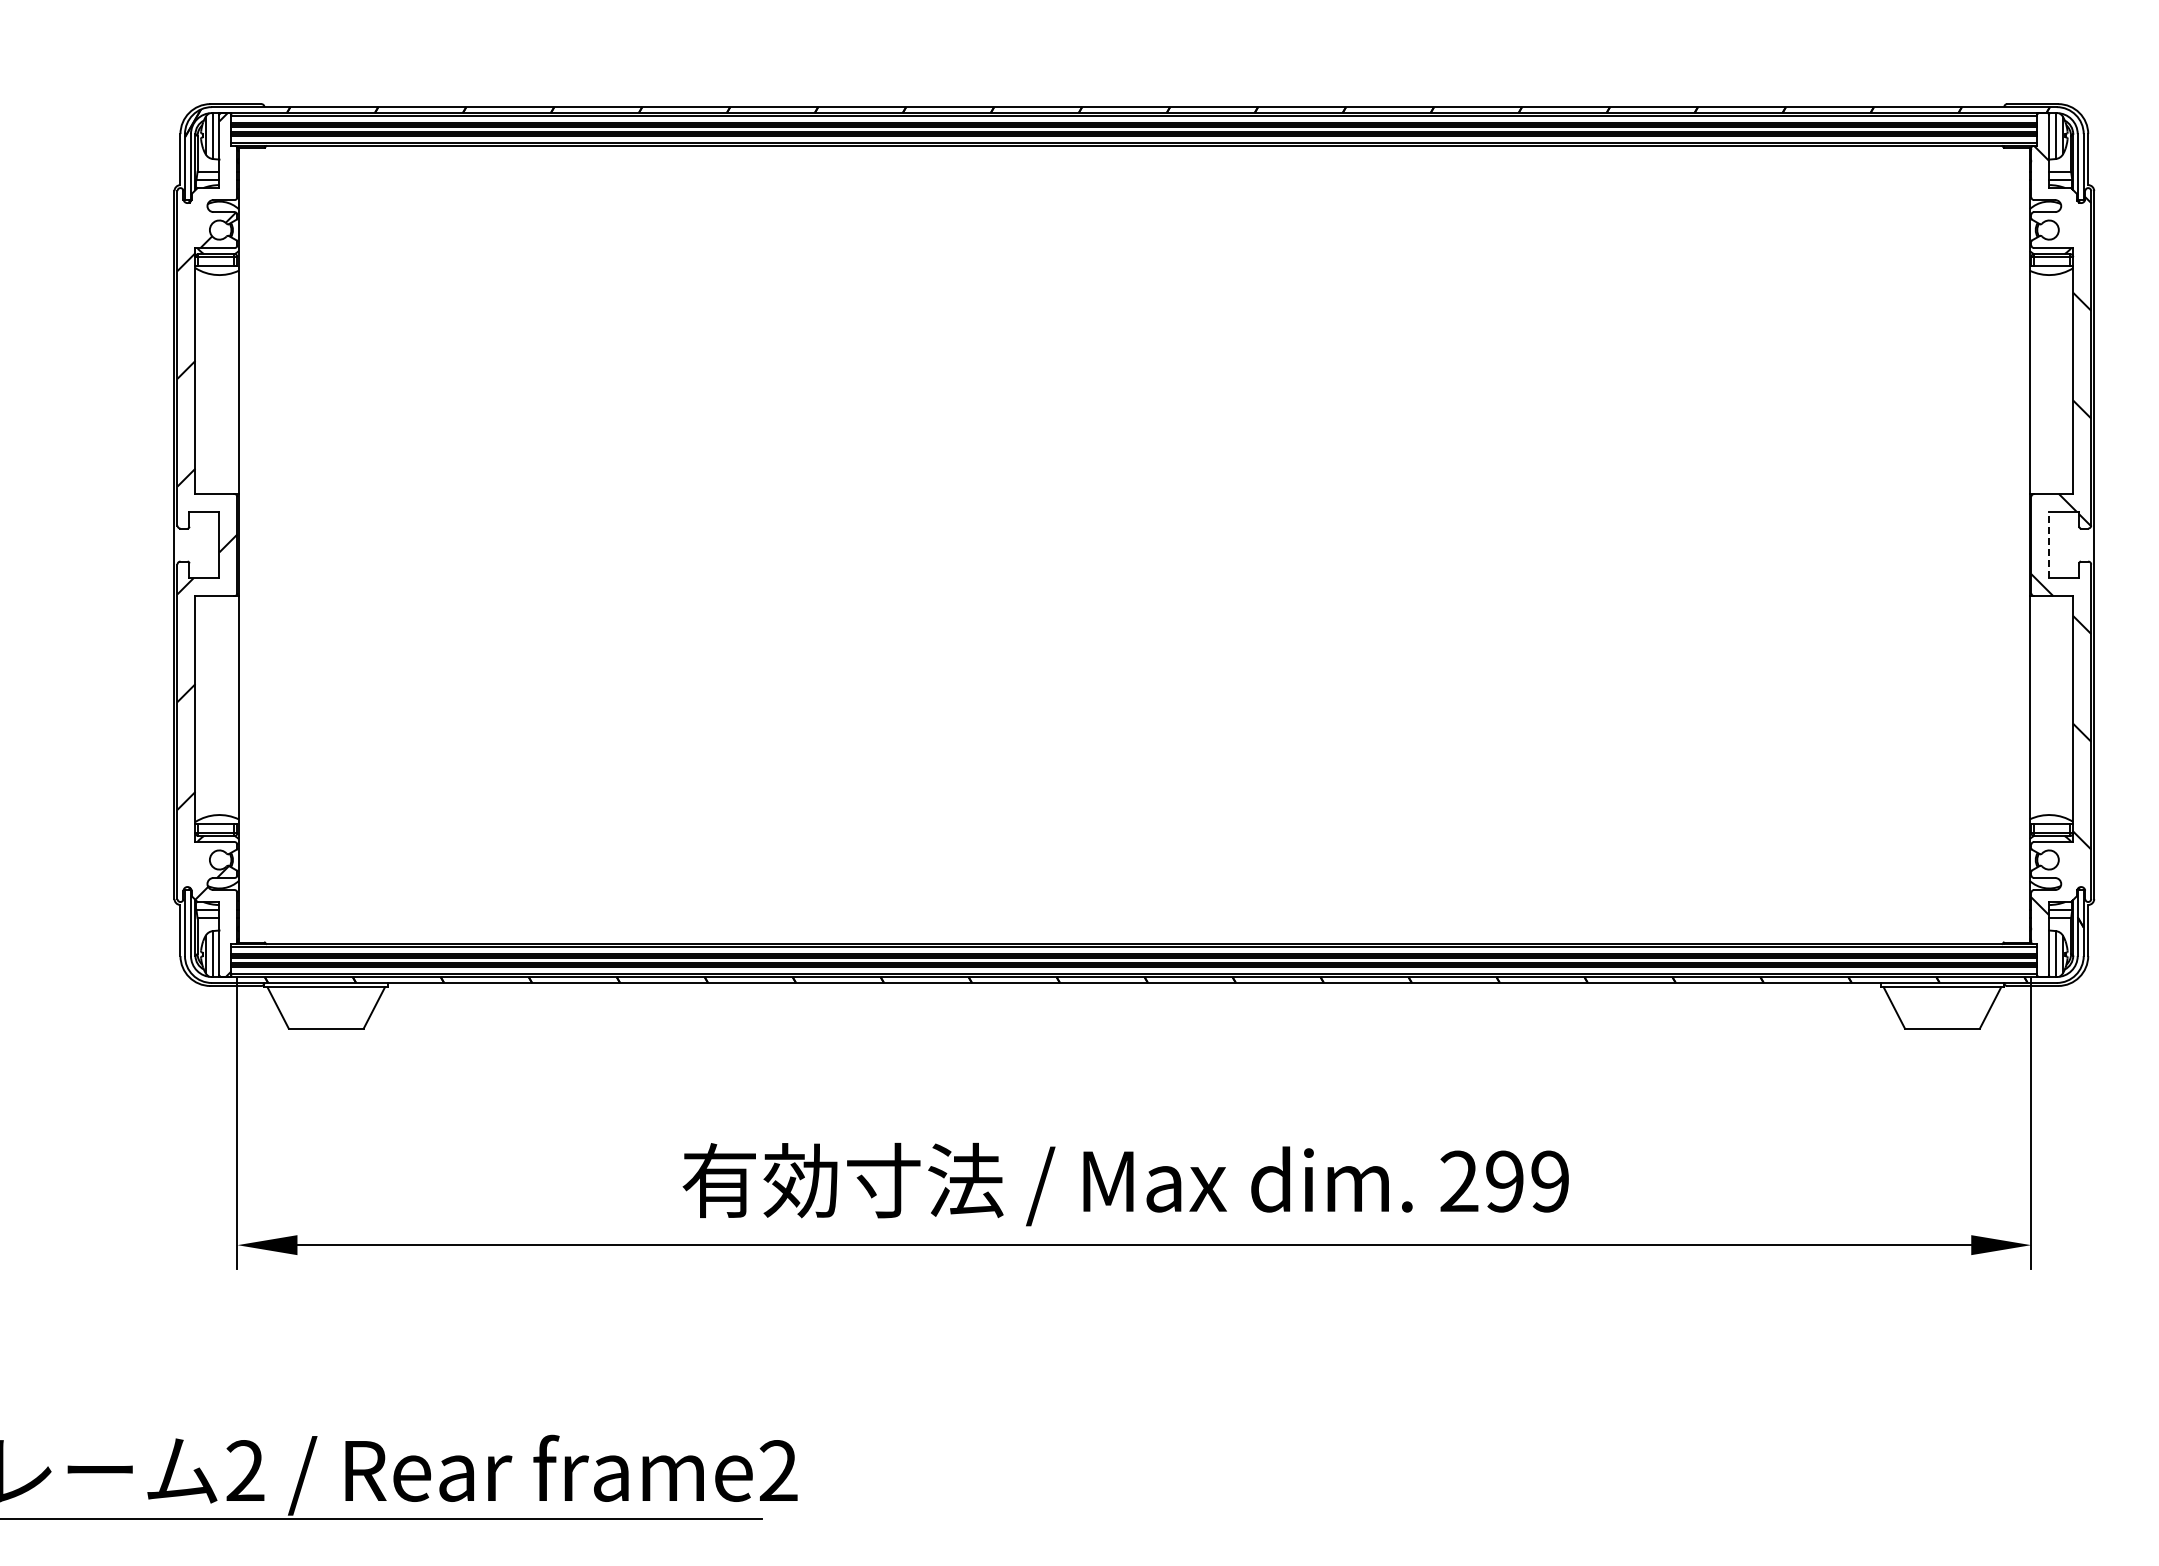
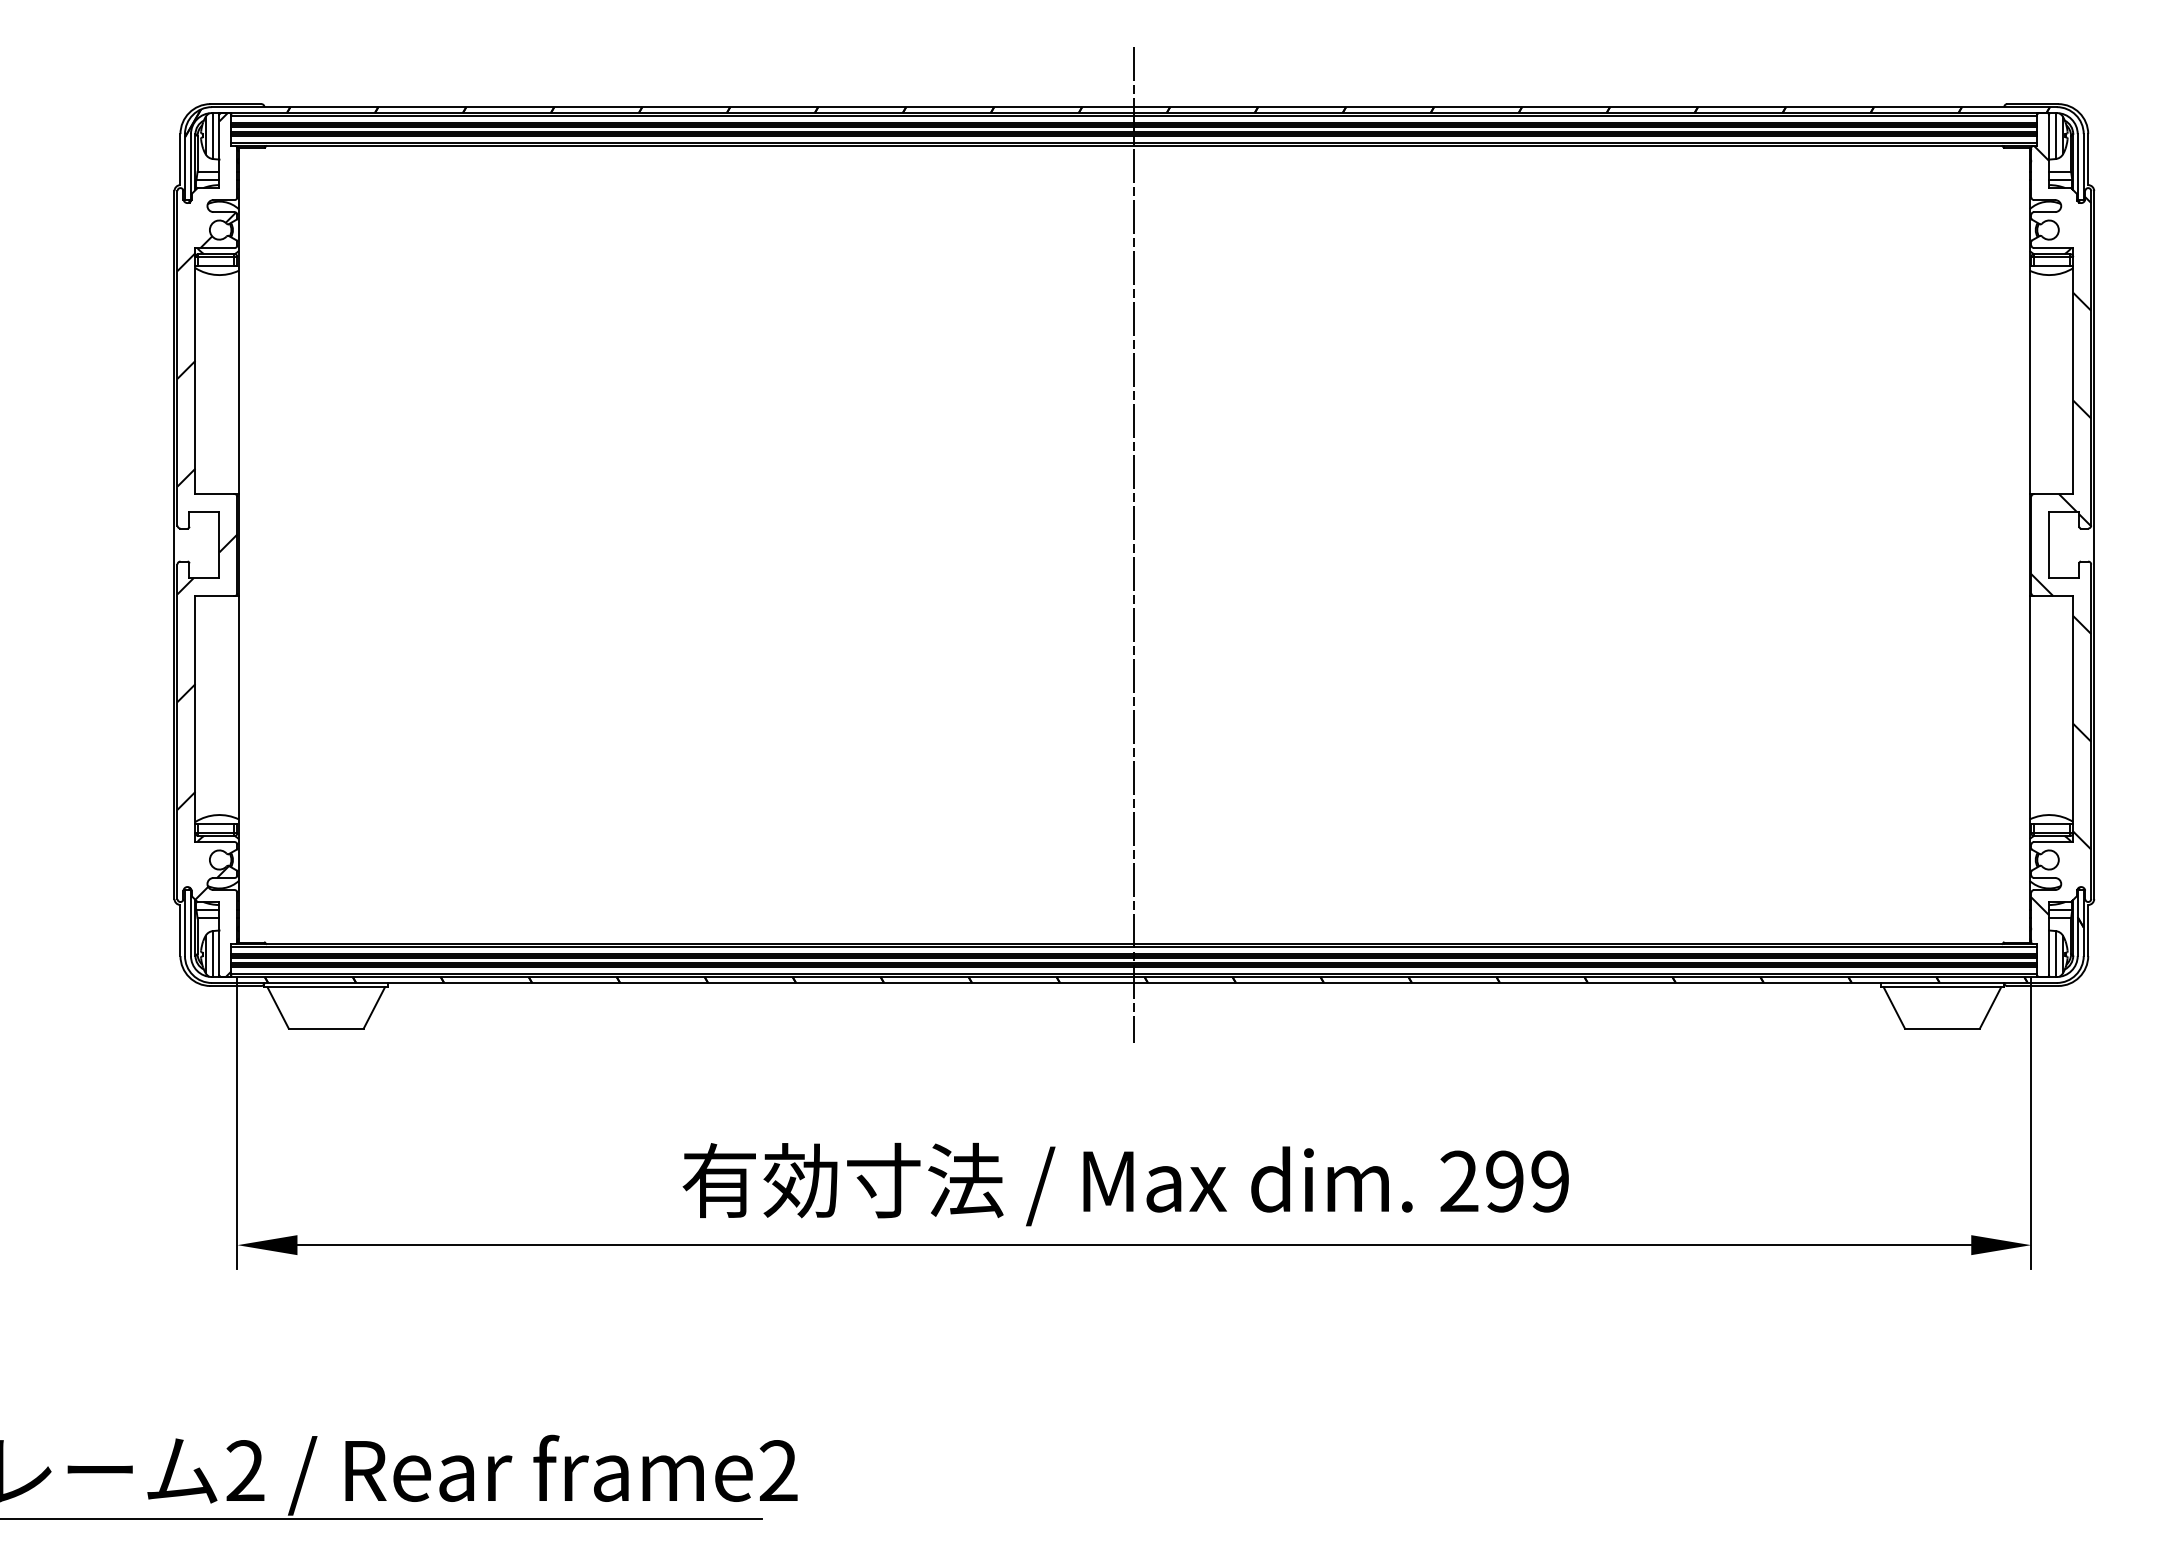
line at (1134, 544): none -> present
line at (2049, 545): dashed -> solid
